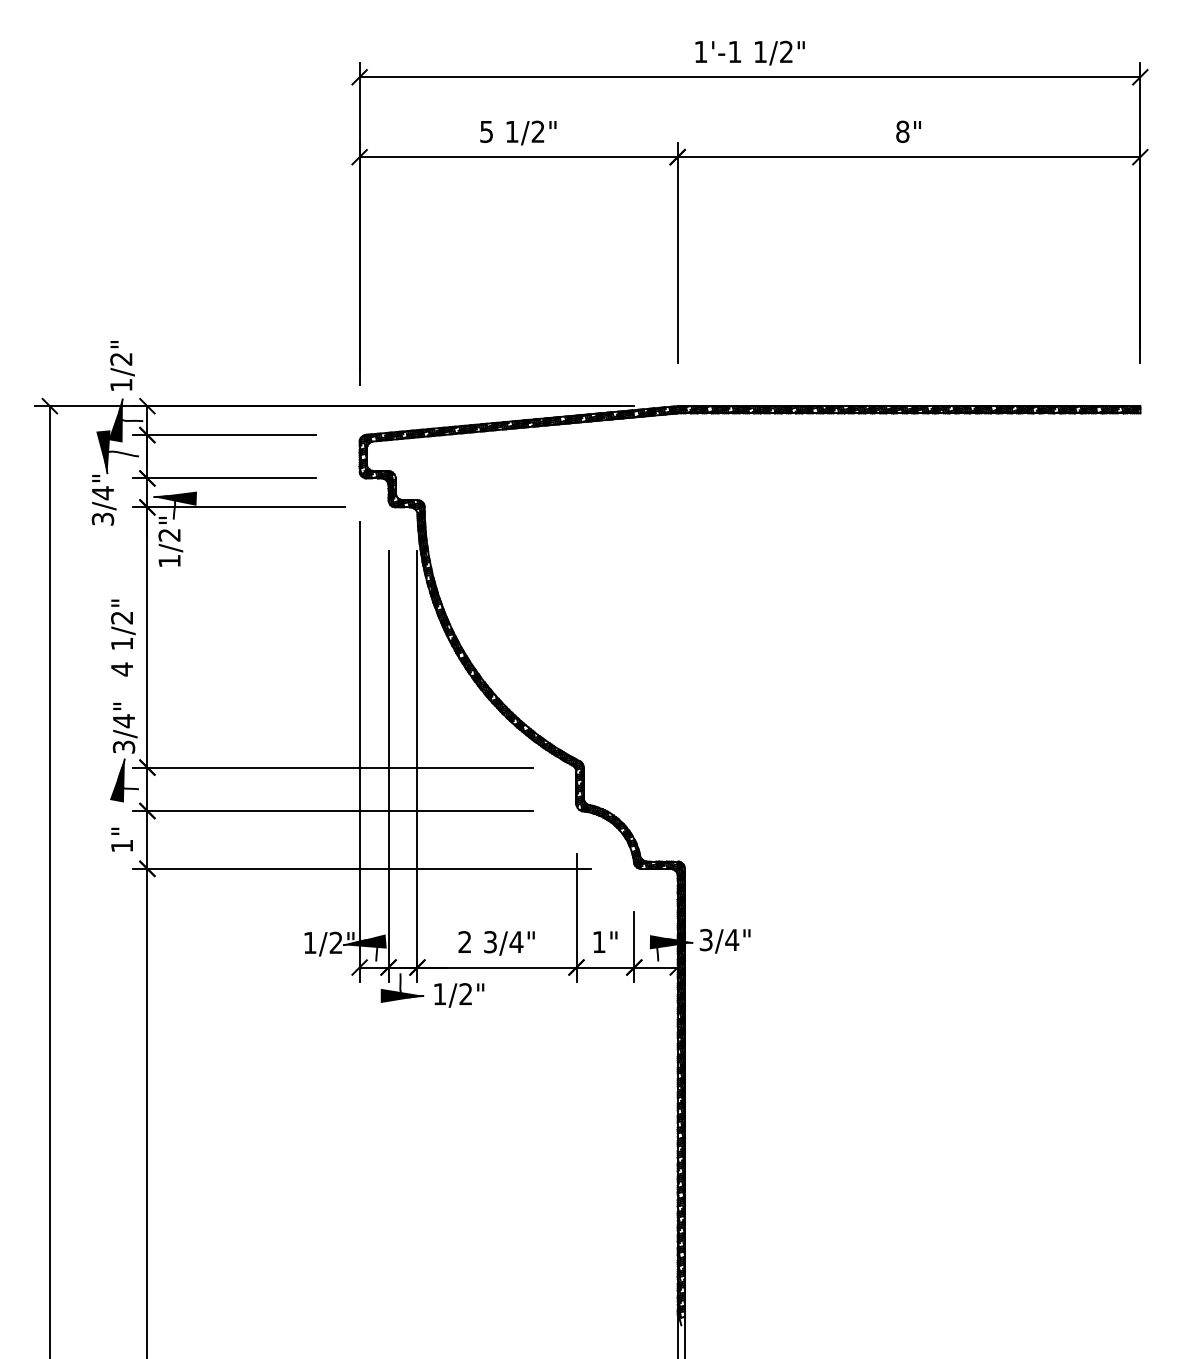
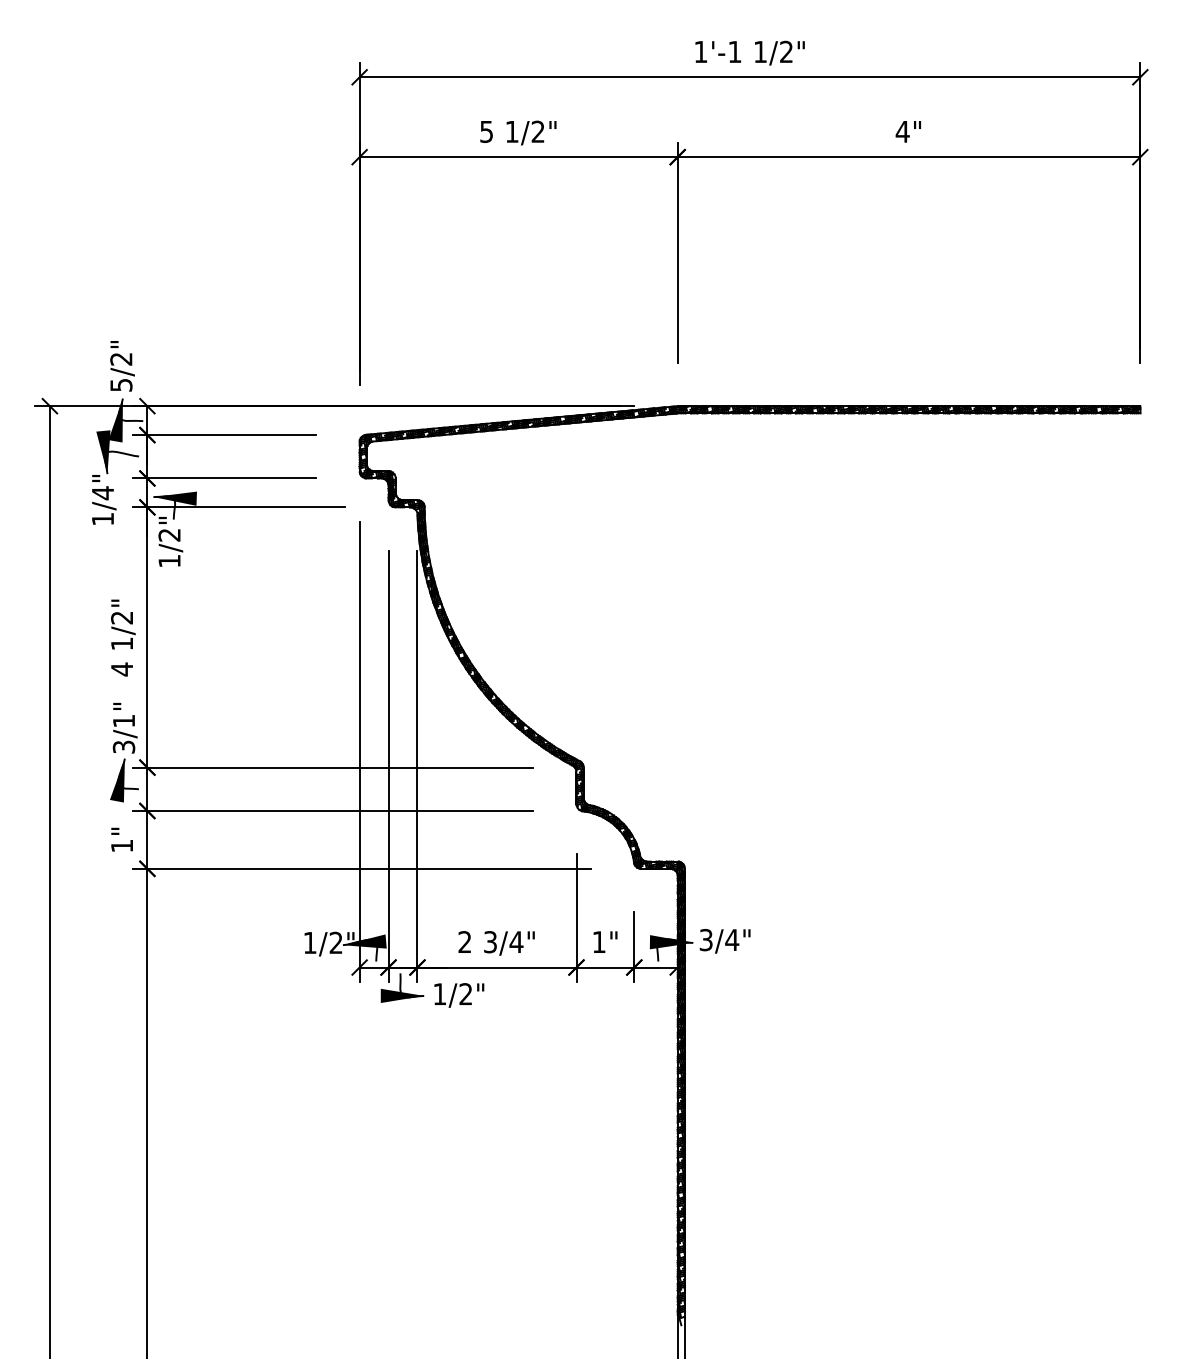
text at (902, 131): 8" -> 4"
text at (121, 385): 1/2" -> 5/2"
text at (102, 518): 3/4" -> 1/4"
text at (123, 721): 3/4" -> 3/1"
